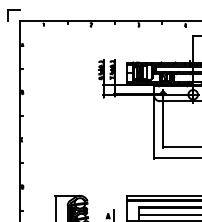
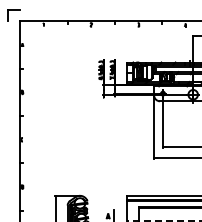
line at (168, 214): present -> none
line at (163, 221): solid -> dashed
